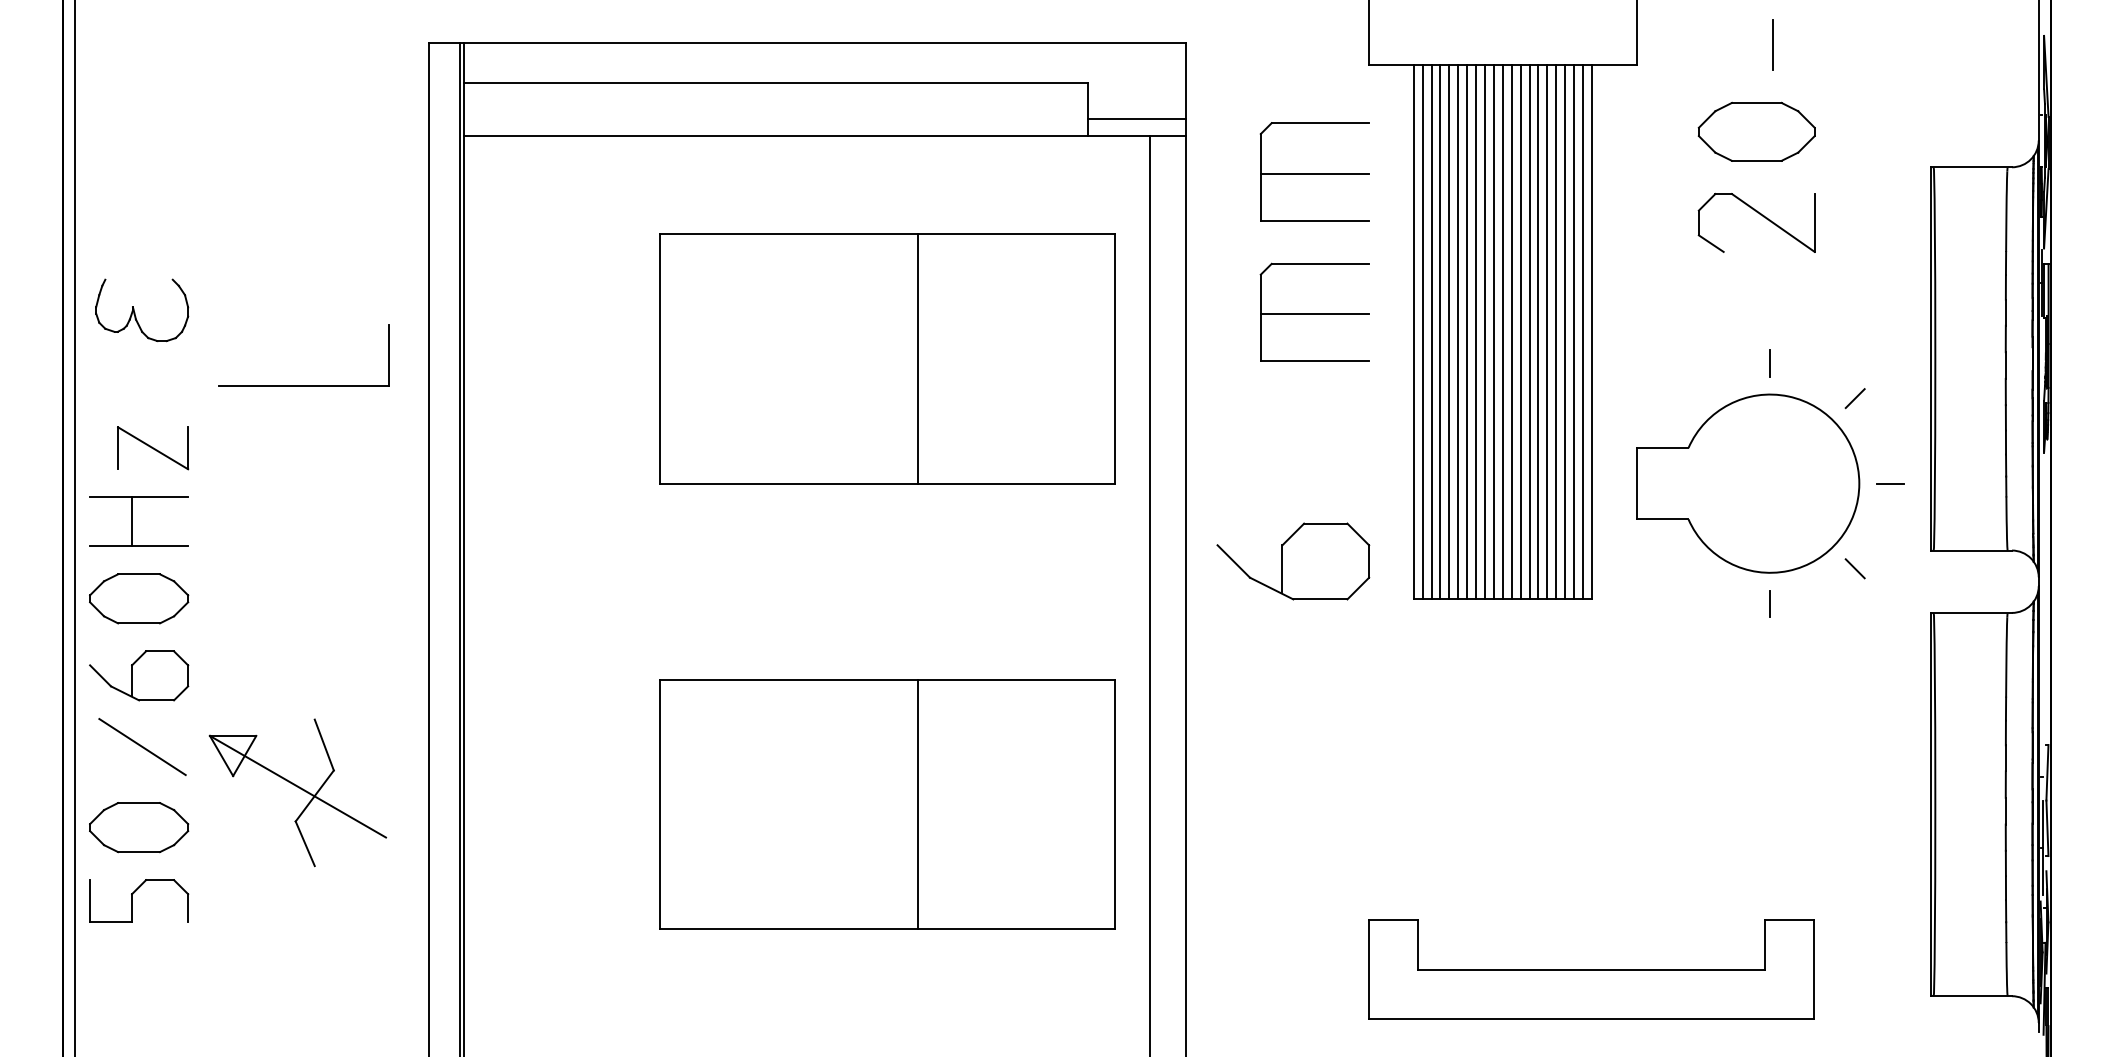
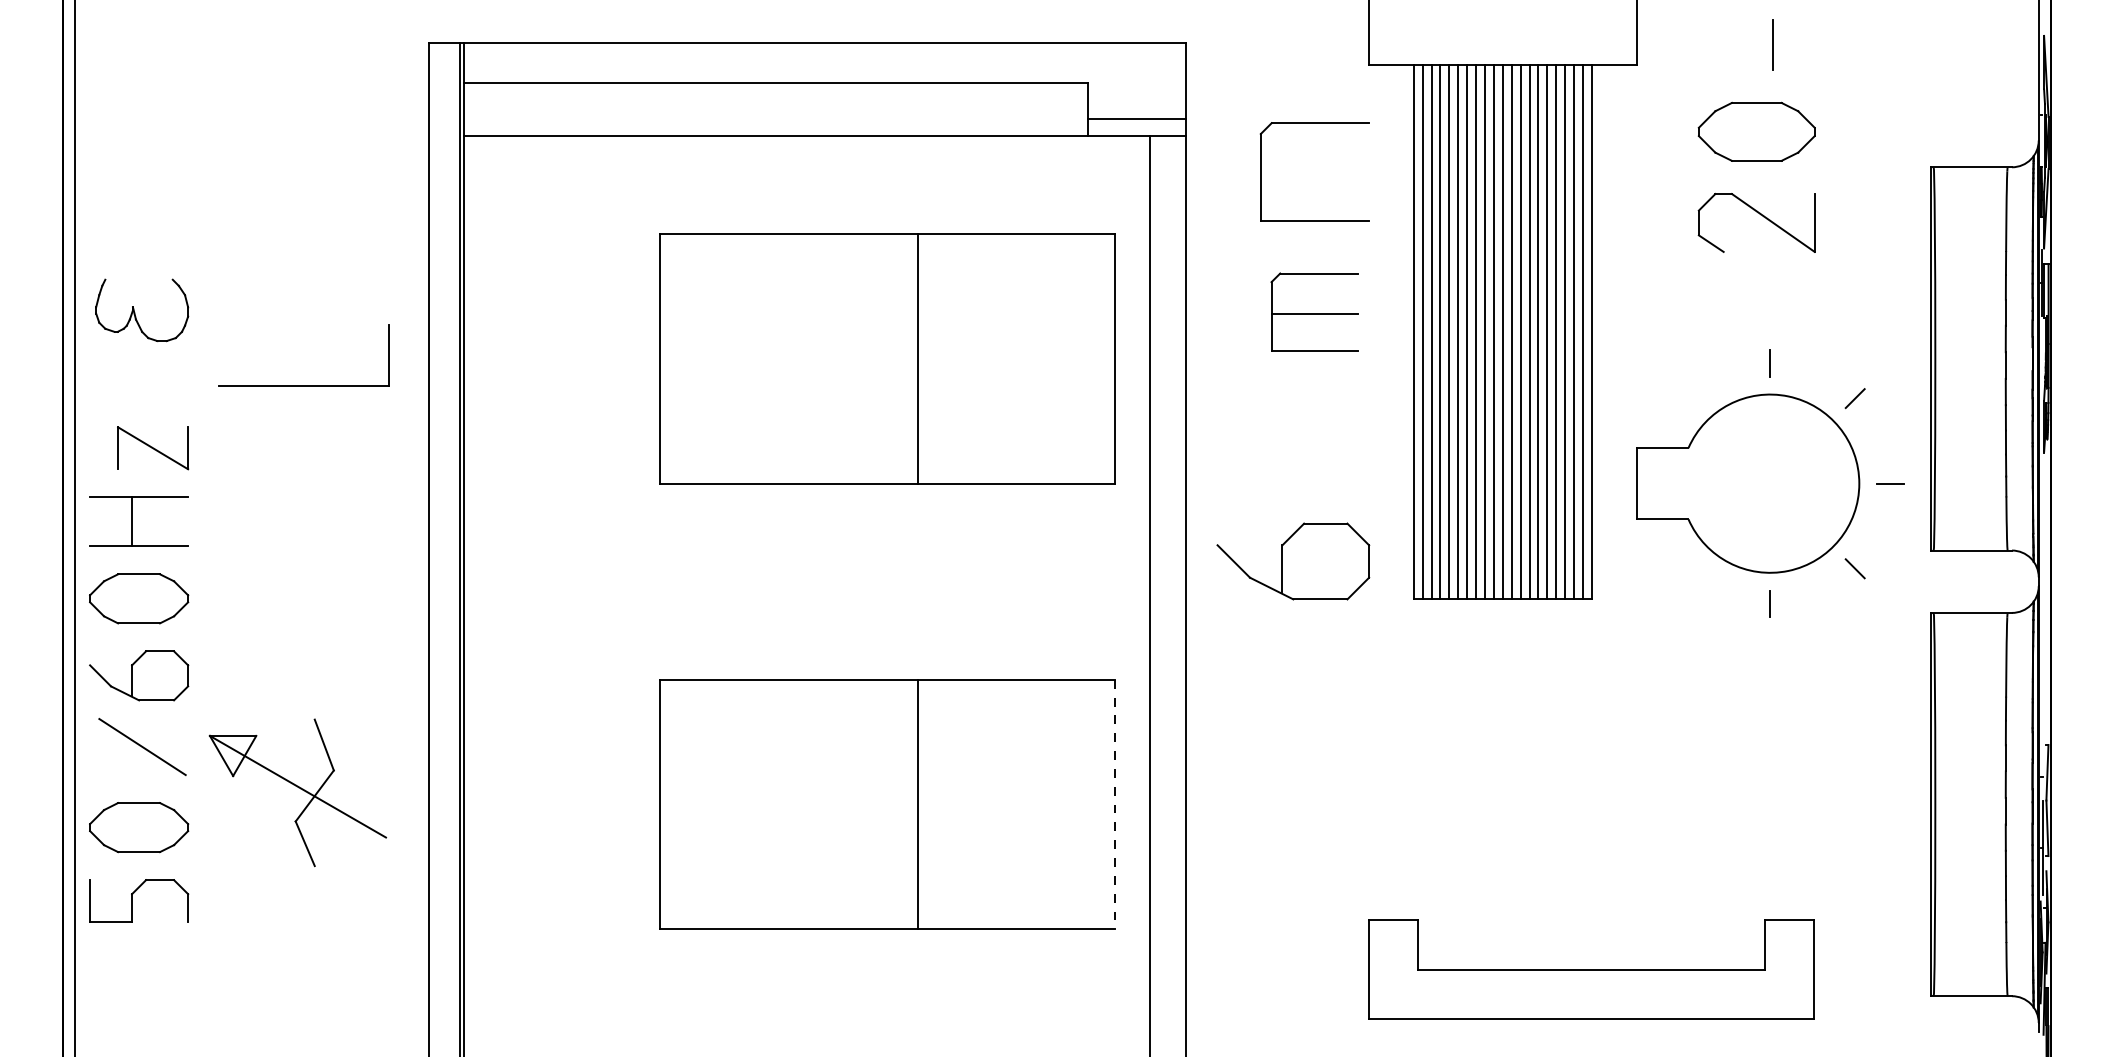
line at (1314, 173): present -> none
part at (1314, 311) size: 111x100 px -> 89x80 px
line at (1114, 804): solid -> dashed
